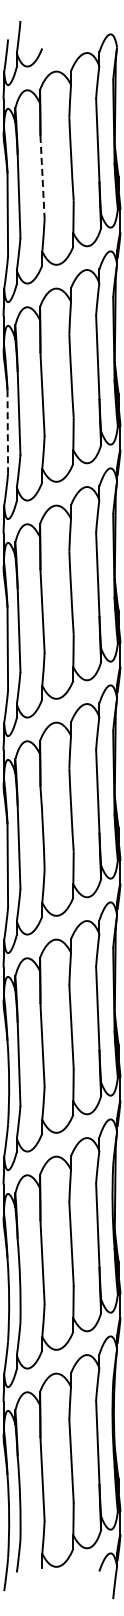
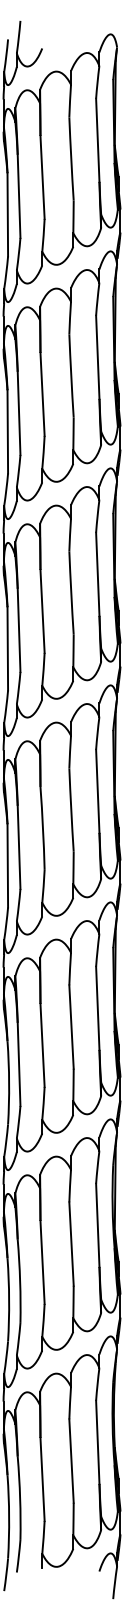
line at (42, 177): dashed -> solid
line at (7, 431): dashed -> solid
